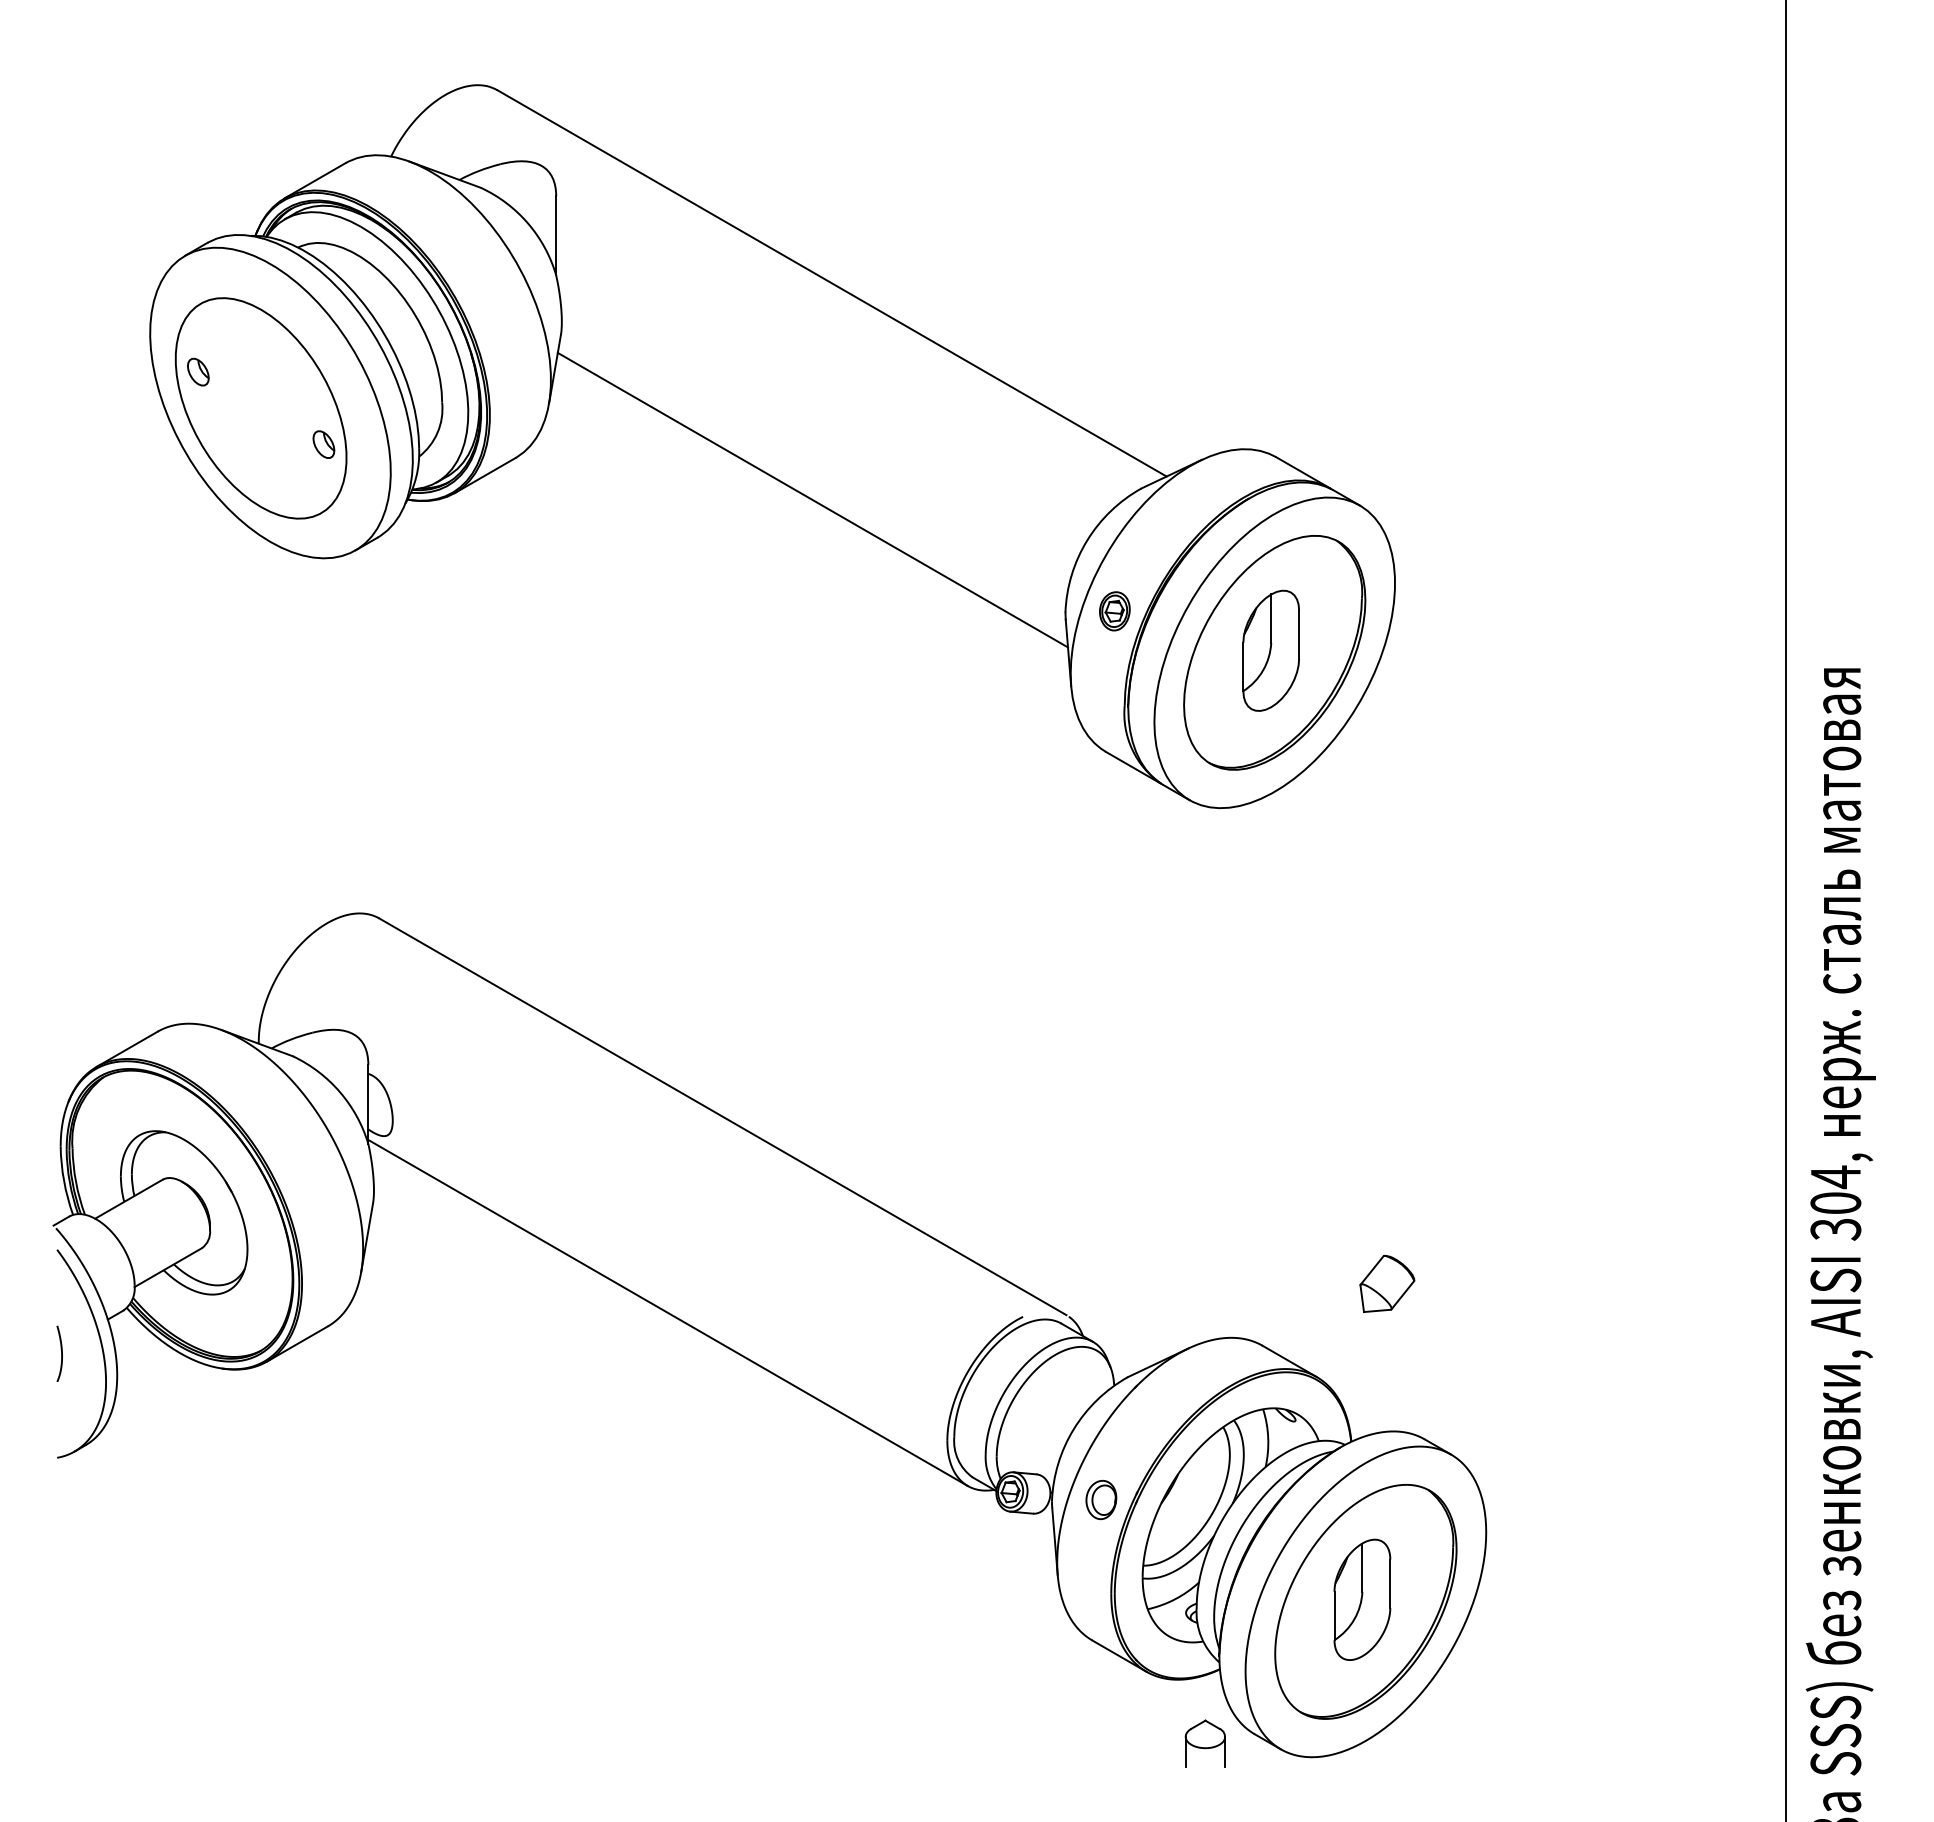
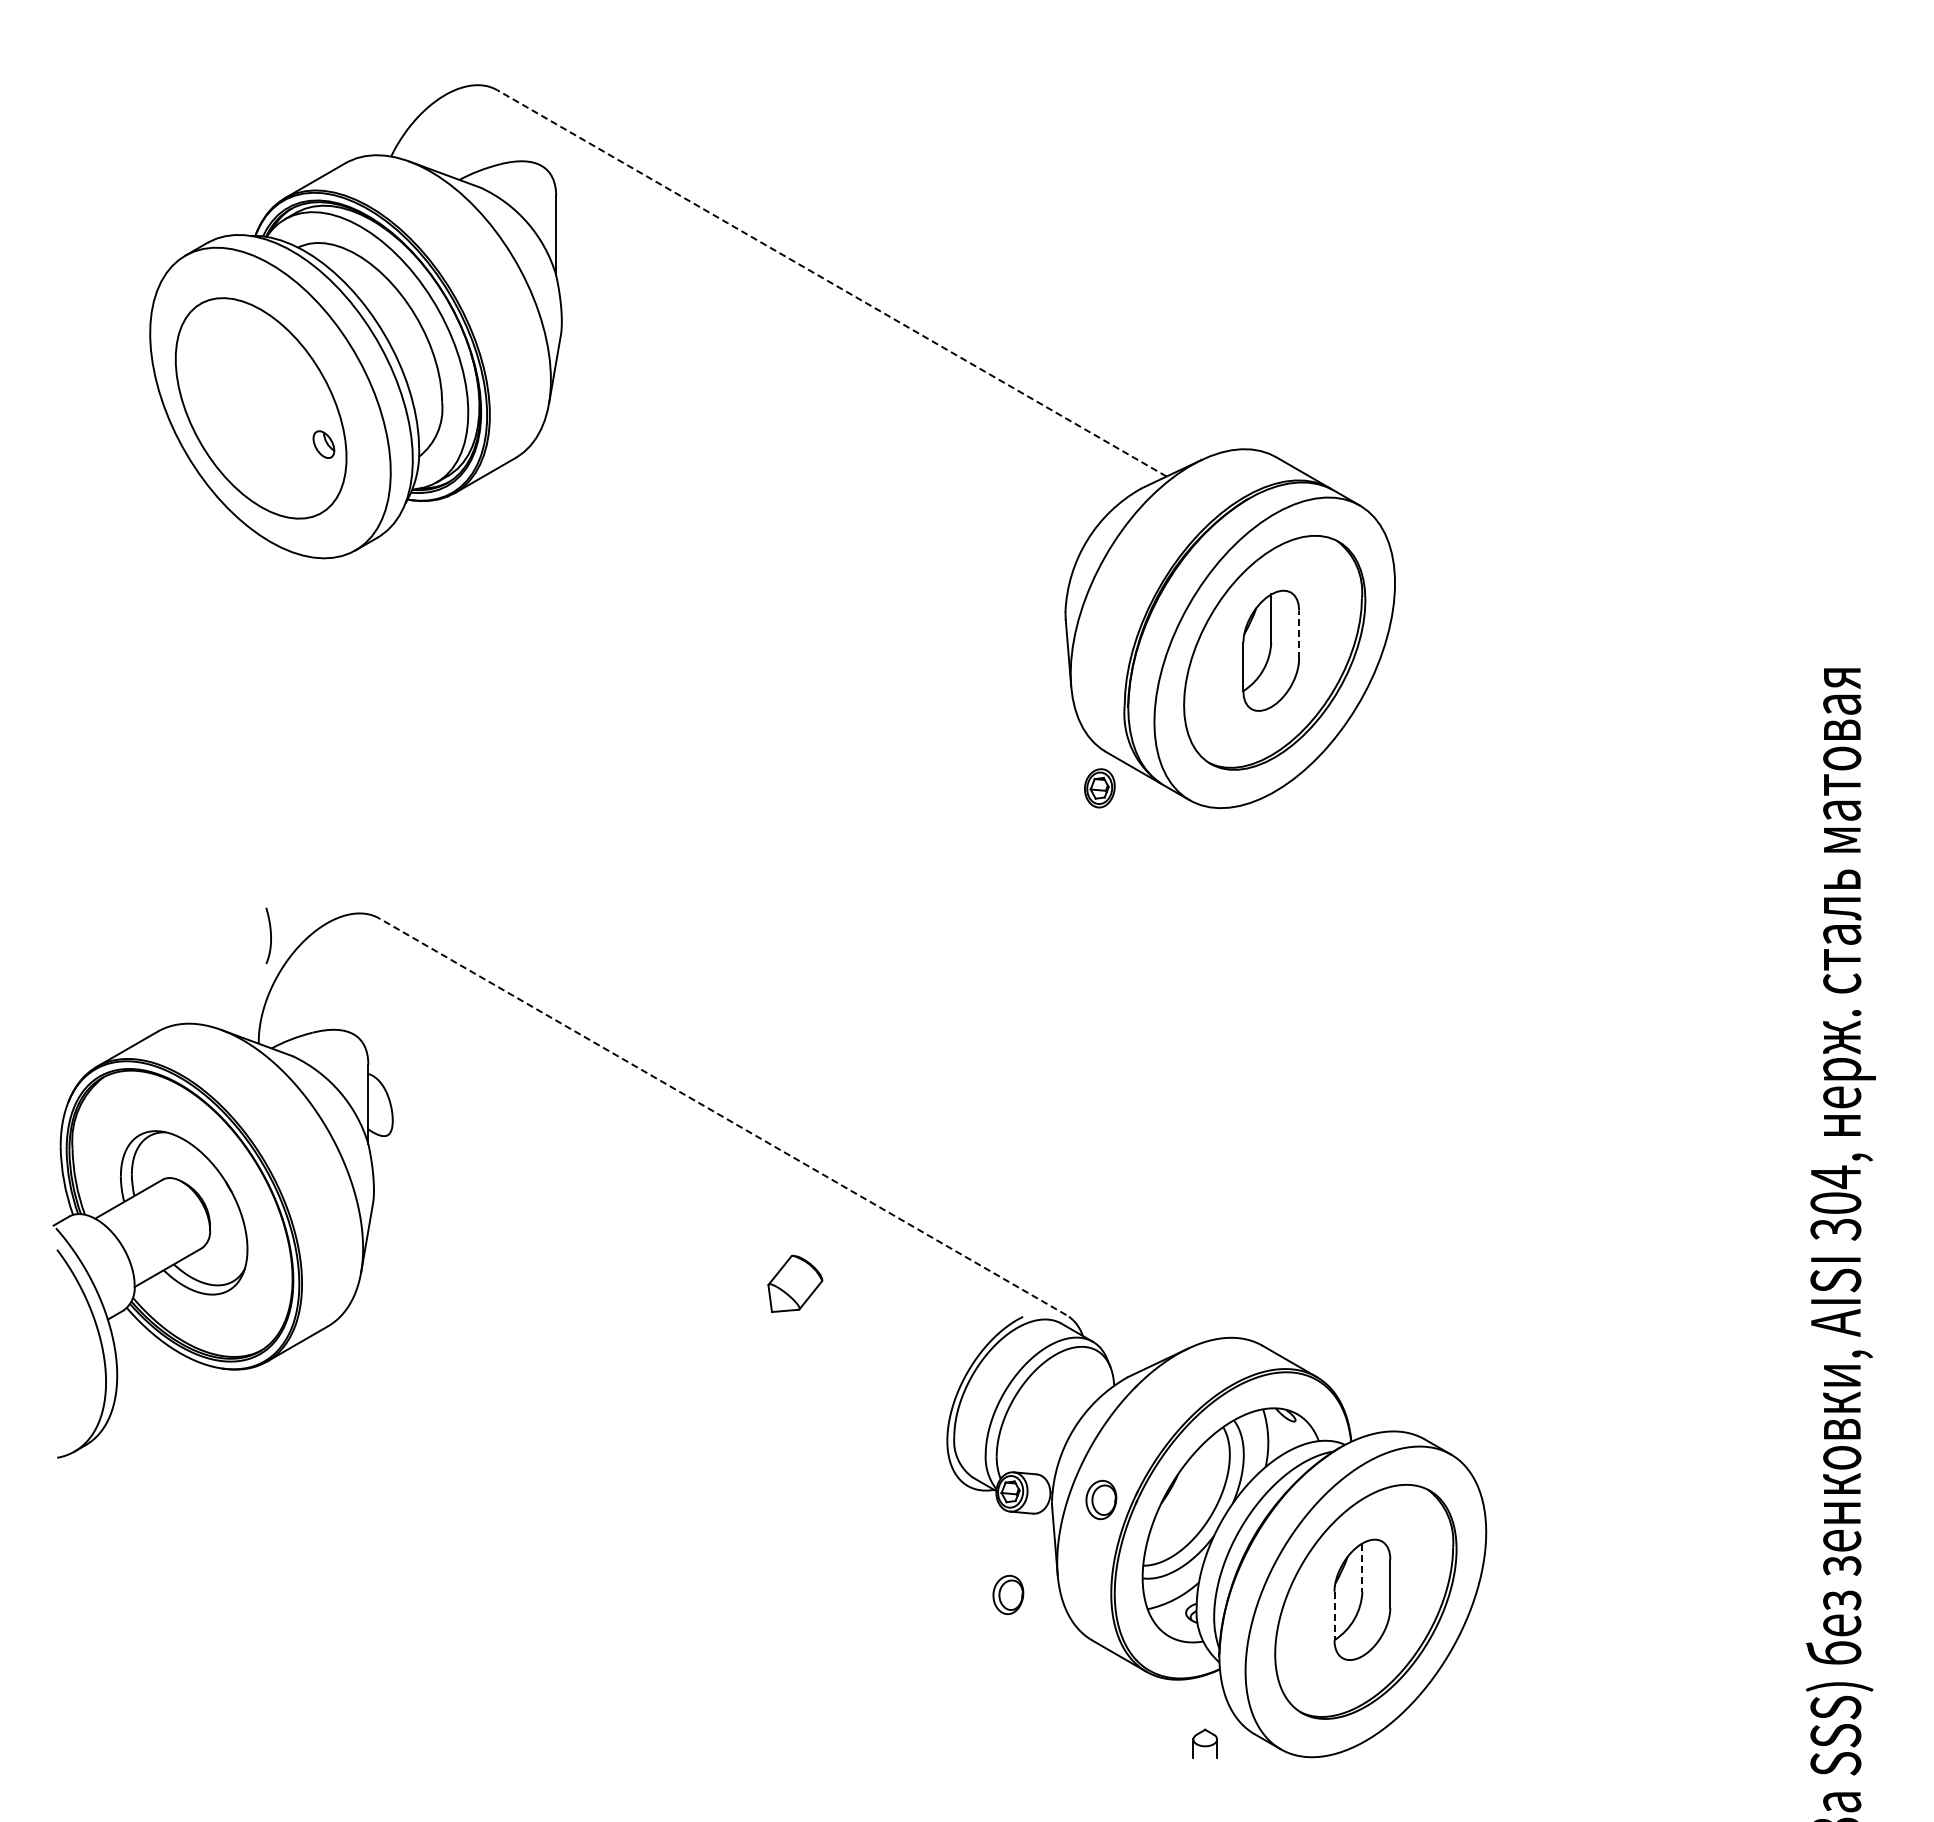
line at (831, 283): solid -> dashed
part at (198, 371): present -> none
line at (812, 499): present -> none
part at (1114, 611) position: (1114, 611) -> (1099, 788)
line at (1299, 634): solid -> dashed
line at (1785, 910): present -> none
line at (722, 1116): solid -> dashed
part at (1387, 1283) position: (1387, 1283) -> (795, 1283)
line at (667, 1312): present -> none
curve at (61, 1353) position: (61, 1353) -> (270, 935)
line at (1362, 1568): solid -> dashed
part at (1008, 1595): none -> present
line at (1334, 1616): solid -> dashed
part at (1204, 1743) size: 42x49 px -> 26x31 px
